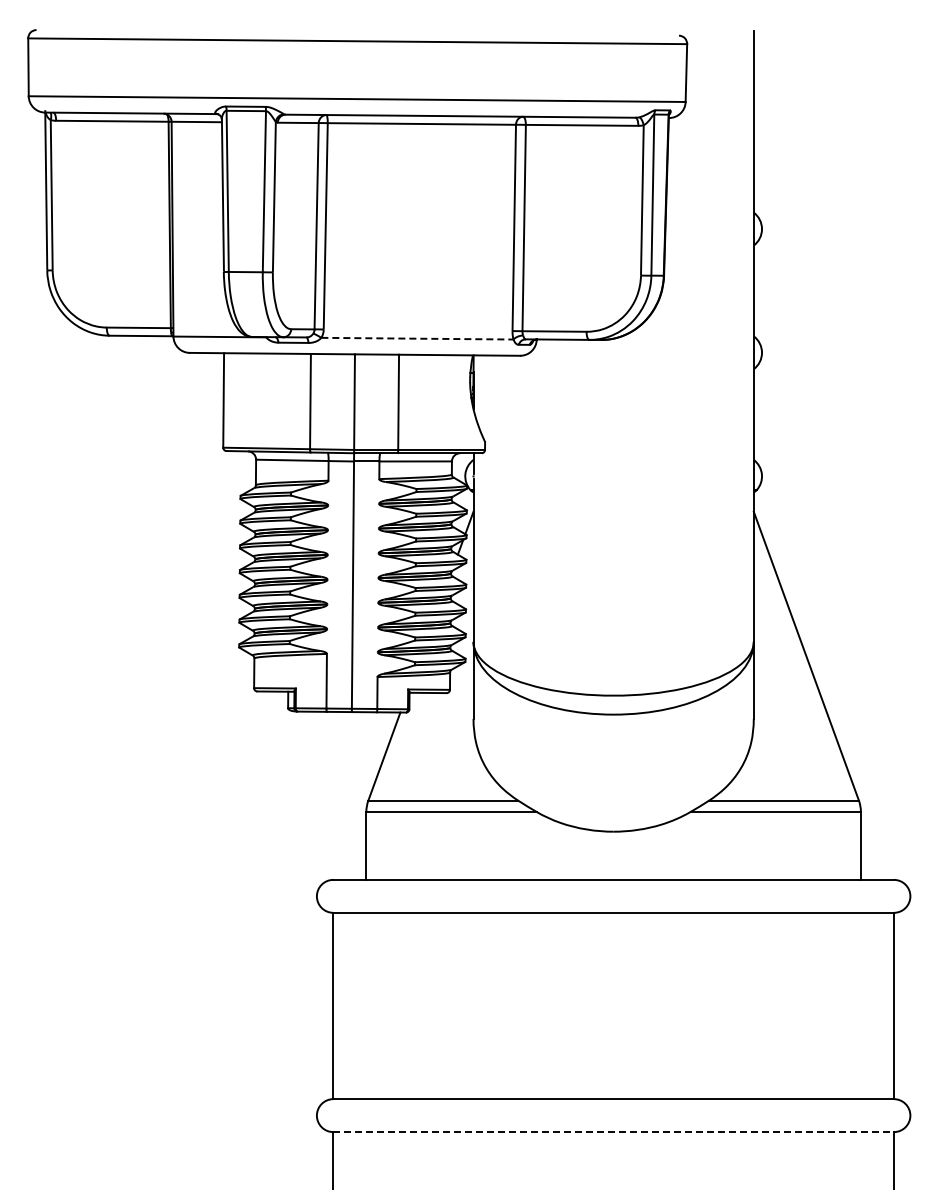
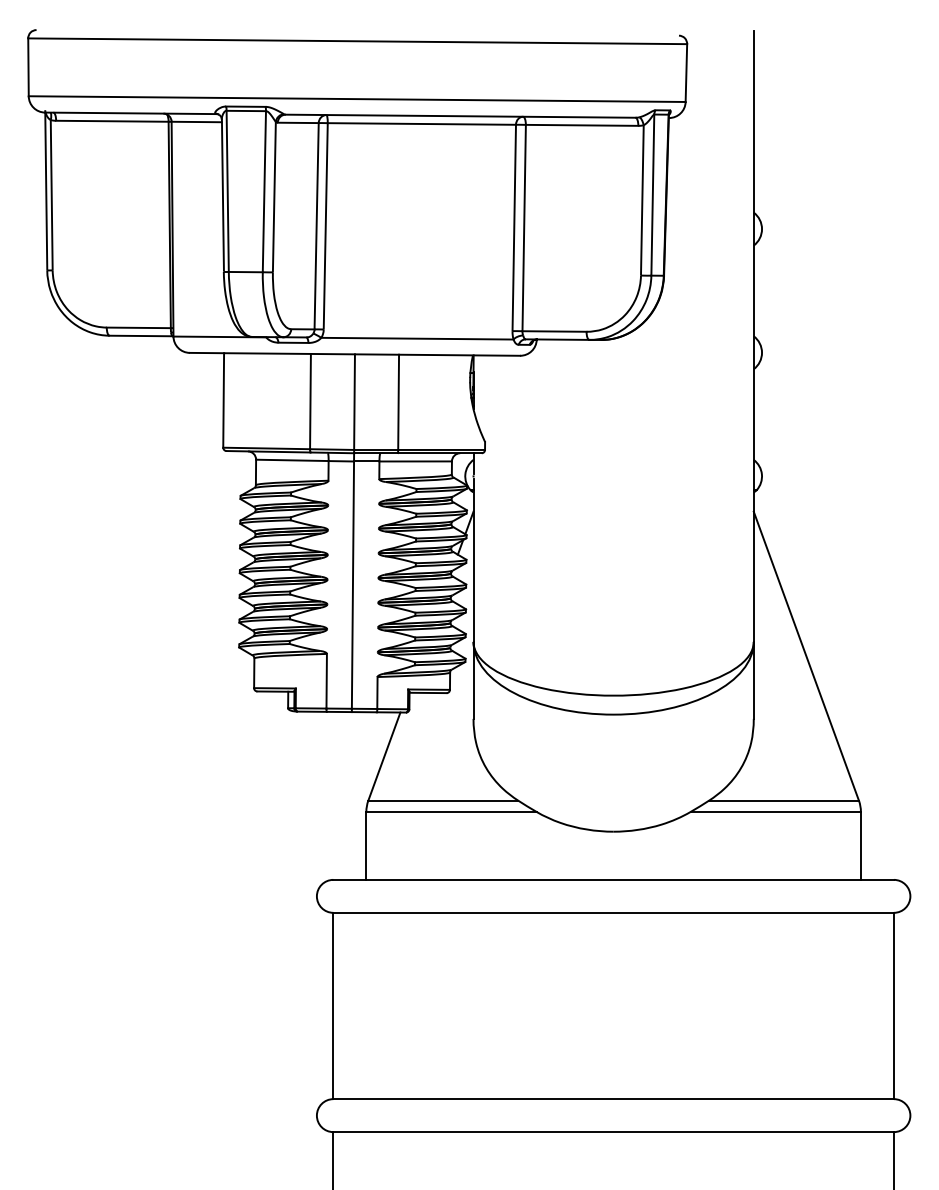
line at (417, 338): dashed -> solid
line at (614, 1132): dashed -> solid
